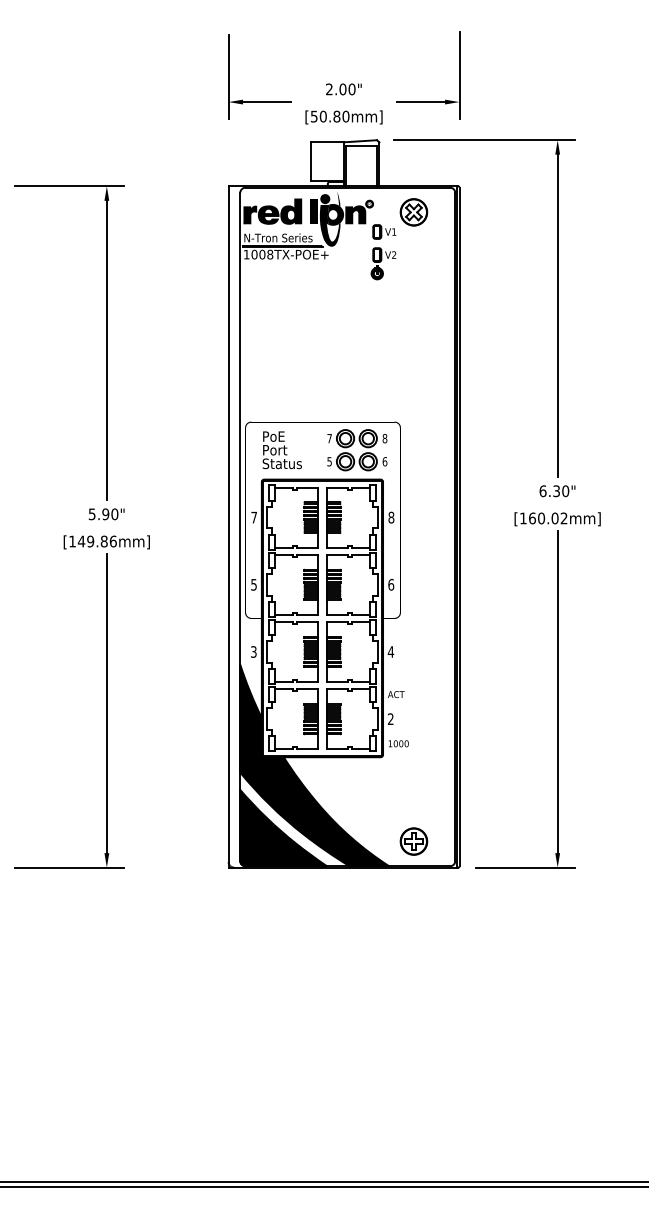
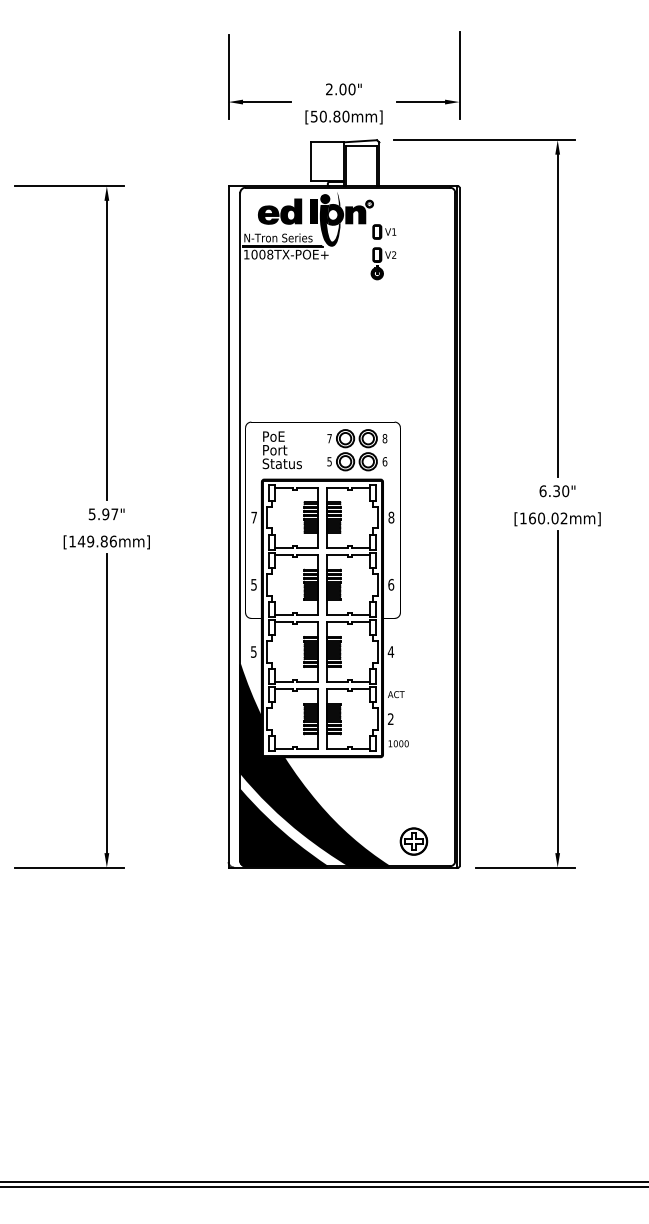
part at (413, 212): present -> none
fill at (250, 214): present -> none
text at (114, 514): 5.90" -> 5.97"
text at (253, 651): 3 -> 5
